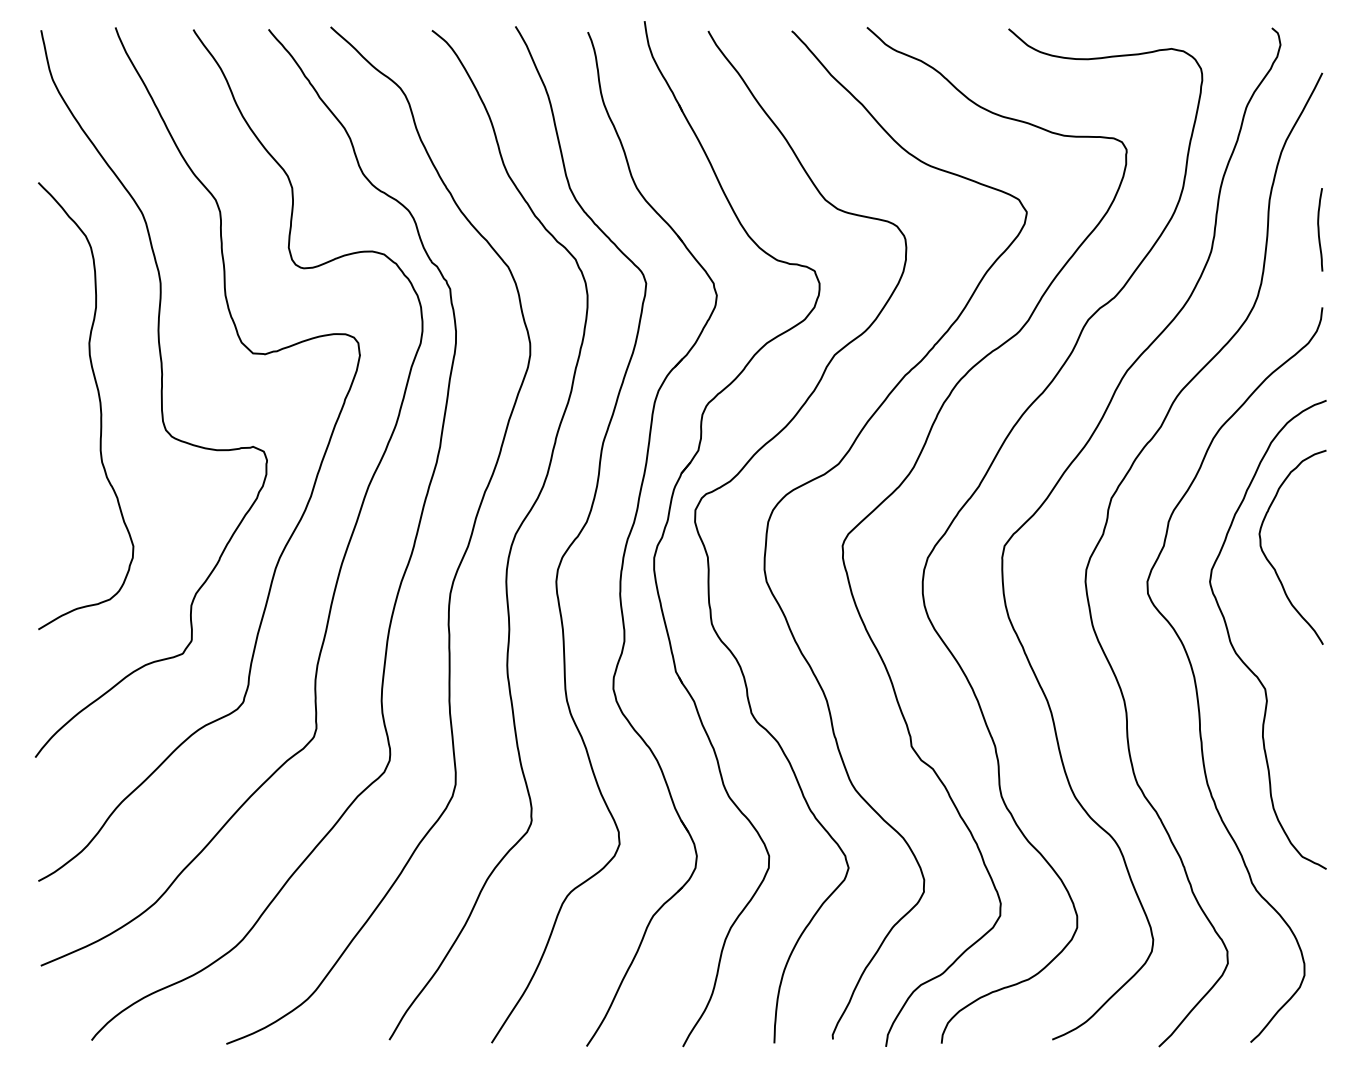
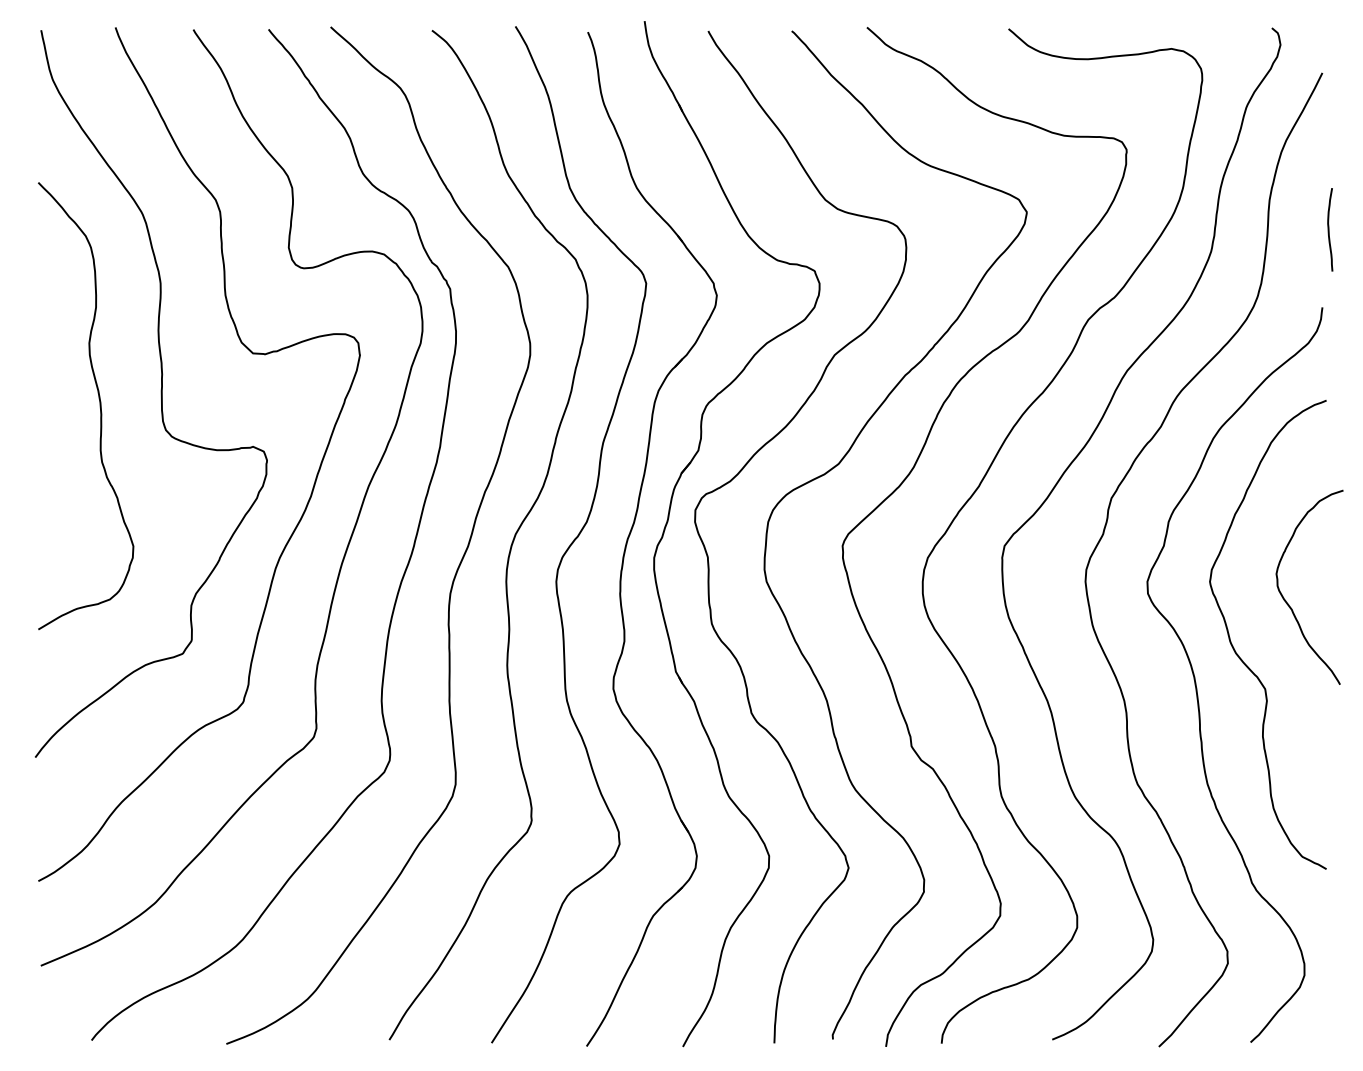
curve at (1319, 229) position: (1319, 229) -> (1329, 229)
curve at (1272, 564) position: (1272, 564) -> (1289, 604)
